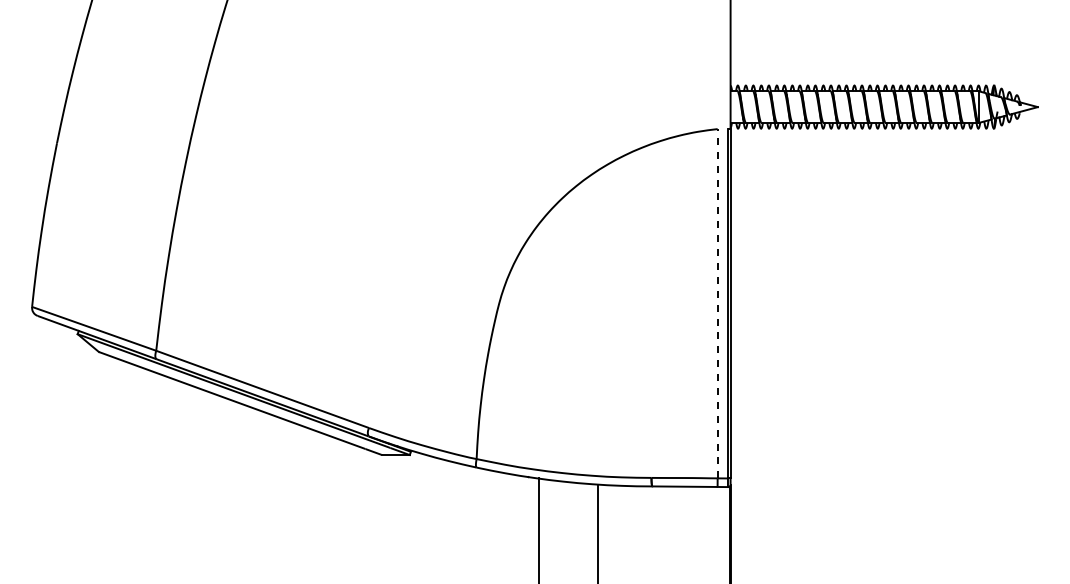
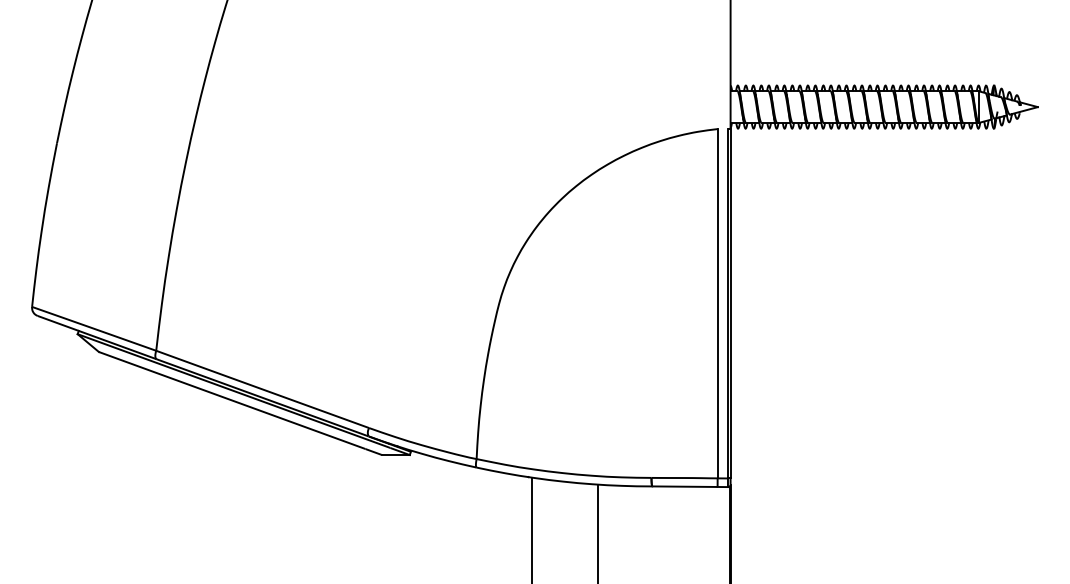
line at (717, 303): dashed -> solid
line at (539, 528) position: (539, 528) -> (532, 528)
